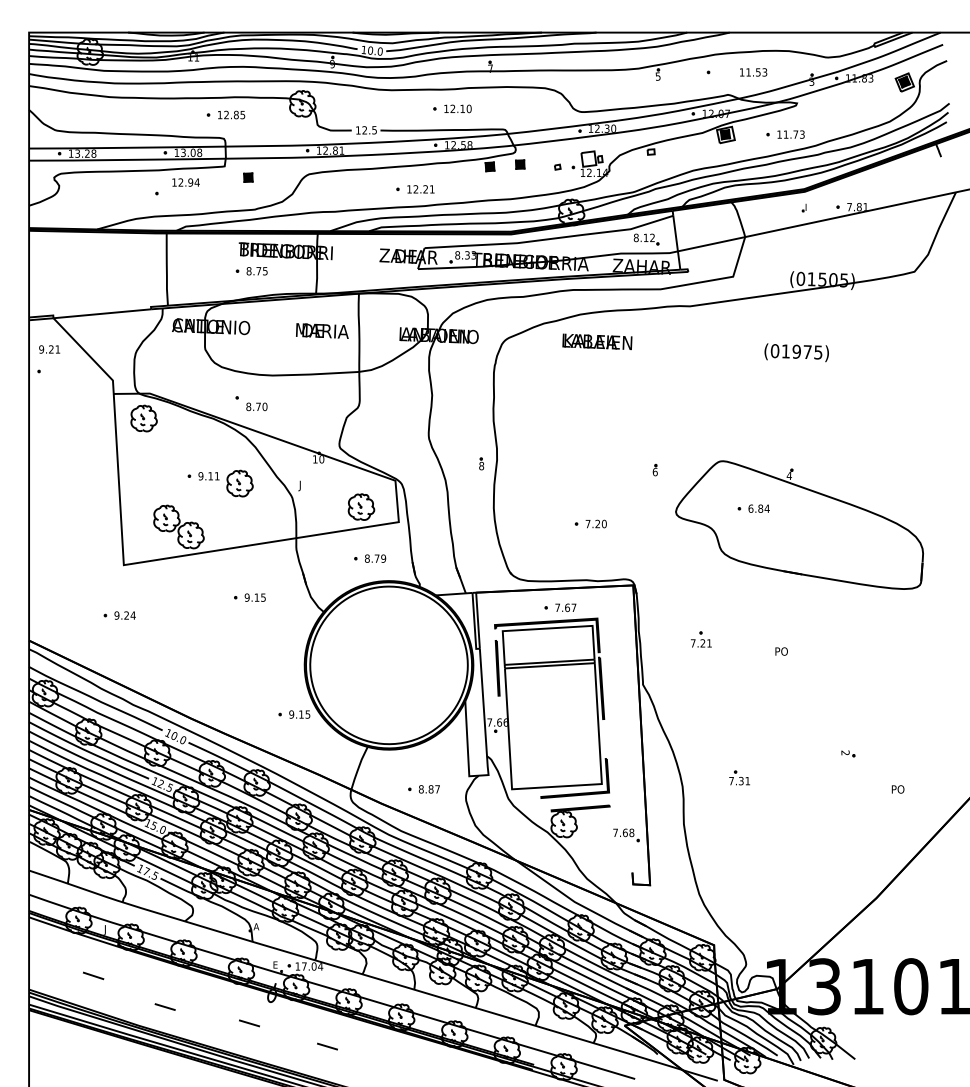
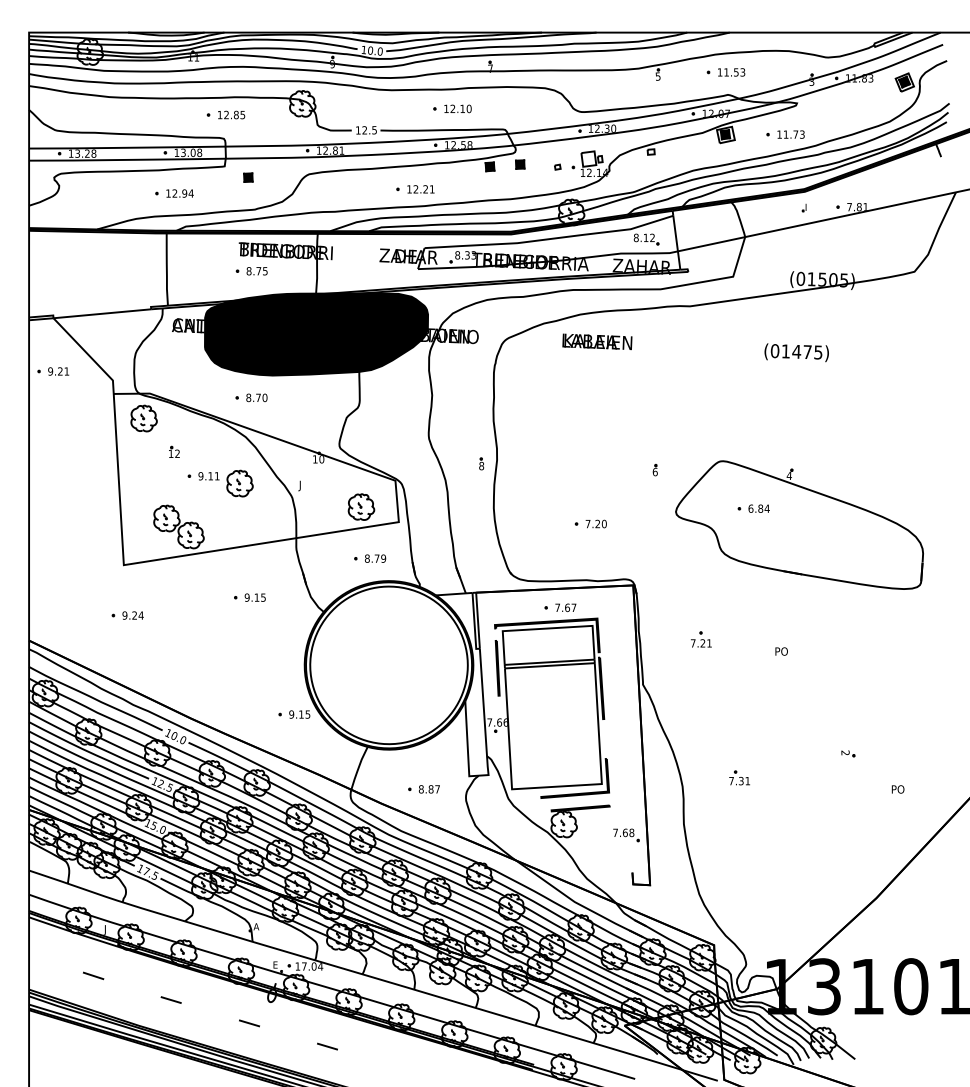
text at (753, 72) position: (753, 72) -> (731, 72)
text at (185, 182) position: (185, 182) -> (179, 193)
fill at (316, 334): none -> present
text at (49, 349) position: (49, 349) -> (58, 371)
text at (796, 351): (01975) -> (01475)
text at (256, 406) position: (256, 406) -> (256, 397)
part at (174, 451): none -> present
part at (119, 615) position: (119, 615) -> (127, 615)
line at (164, 1006) position: (164, 1006) -> (170, 999)
